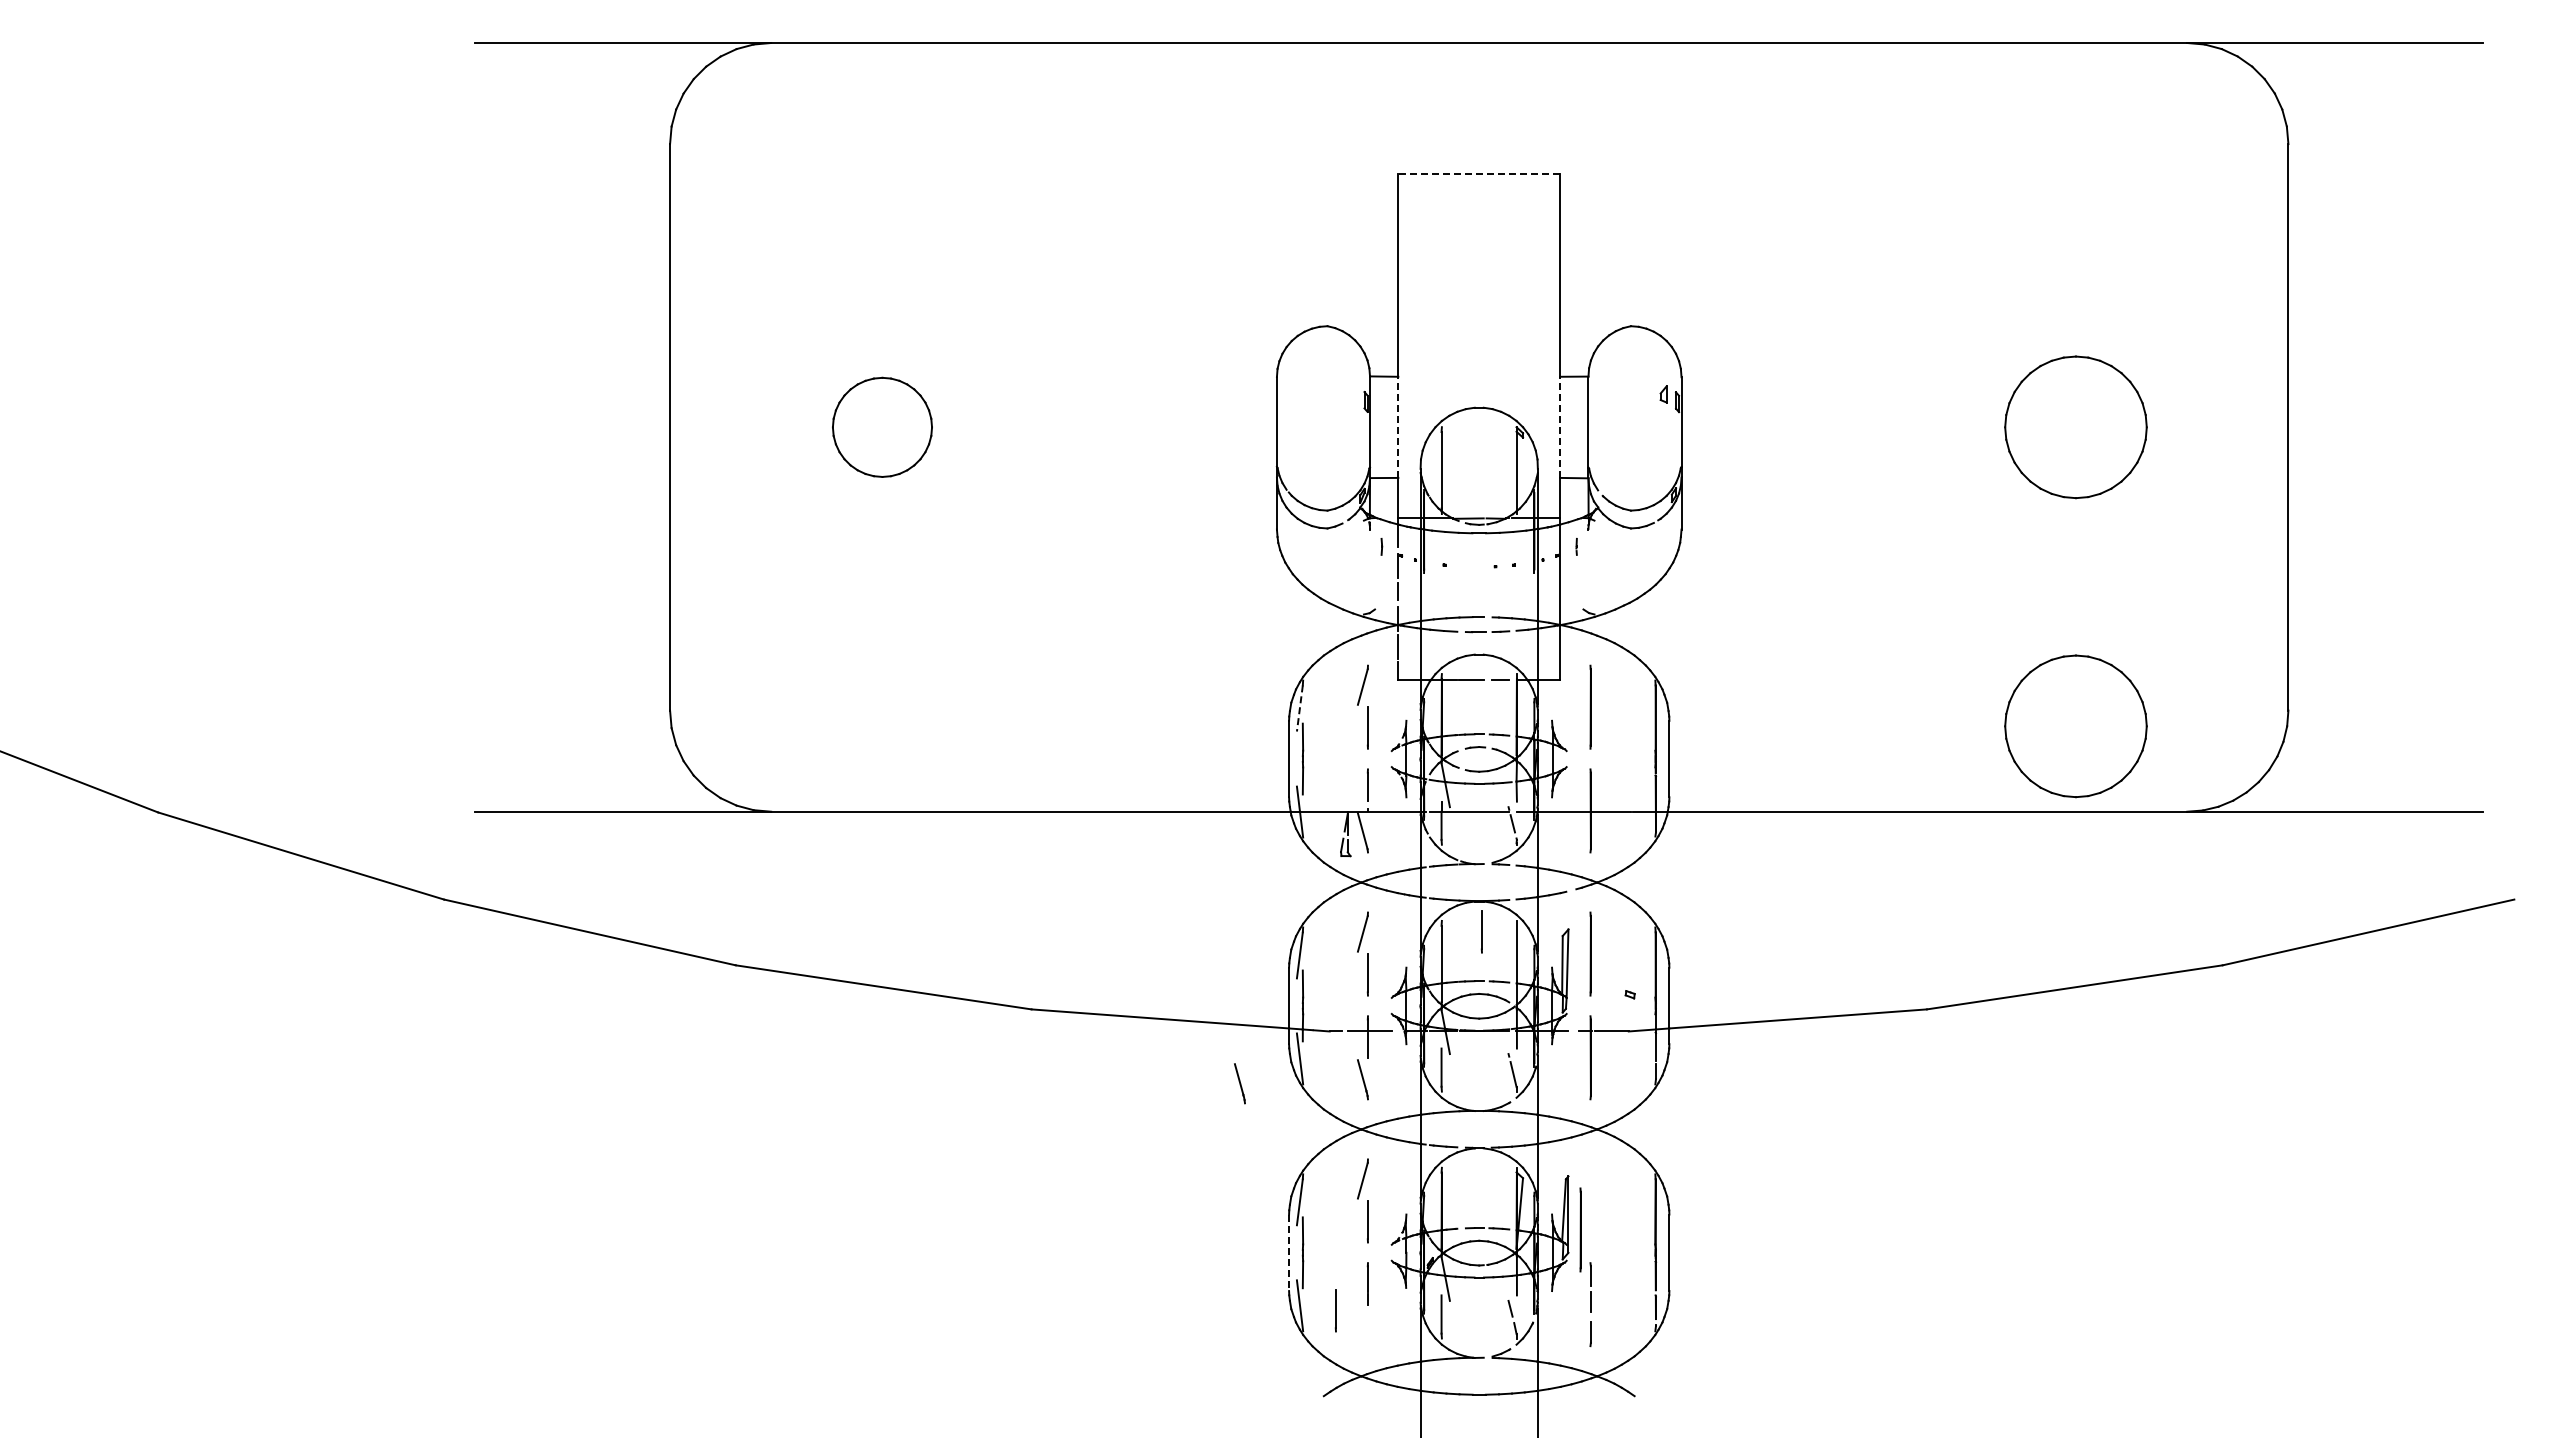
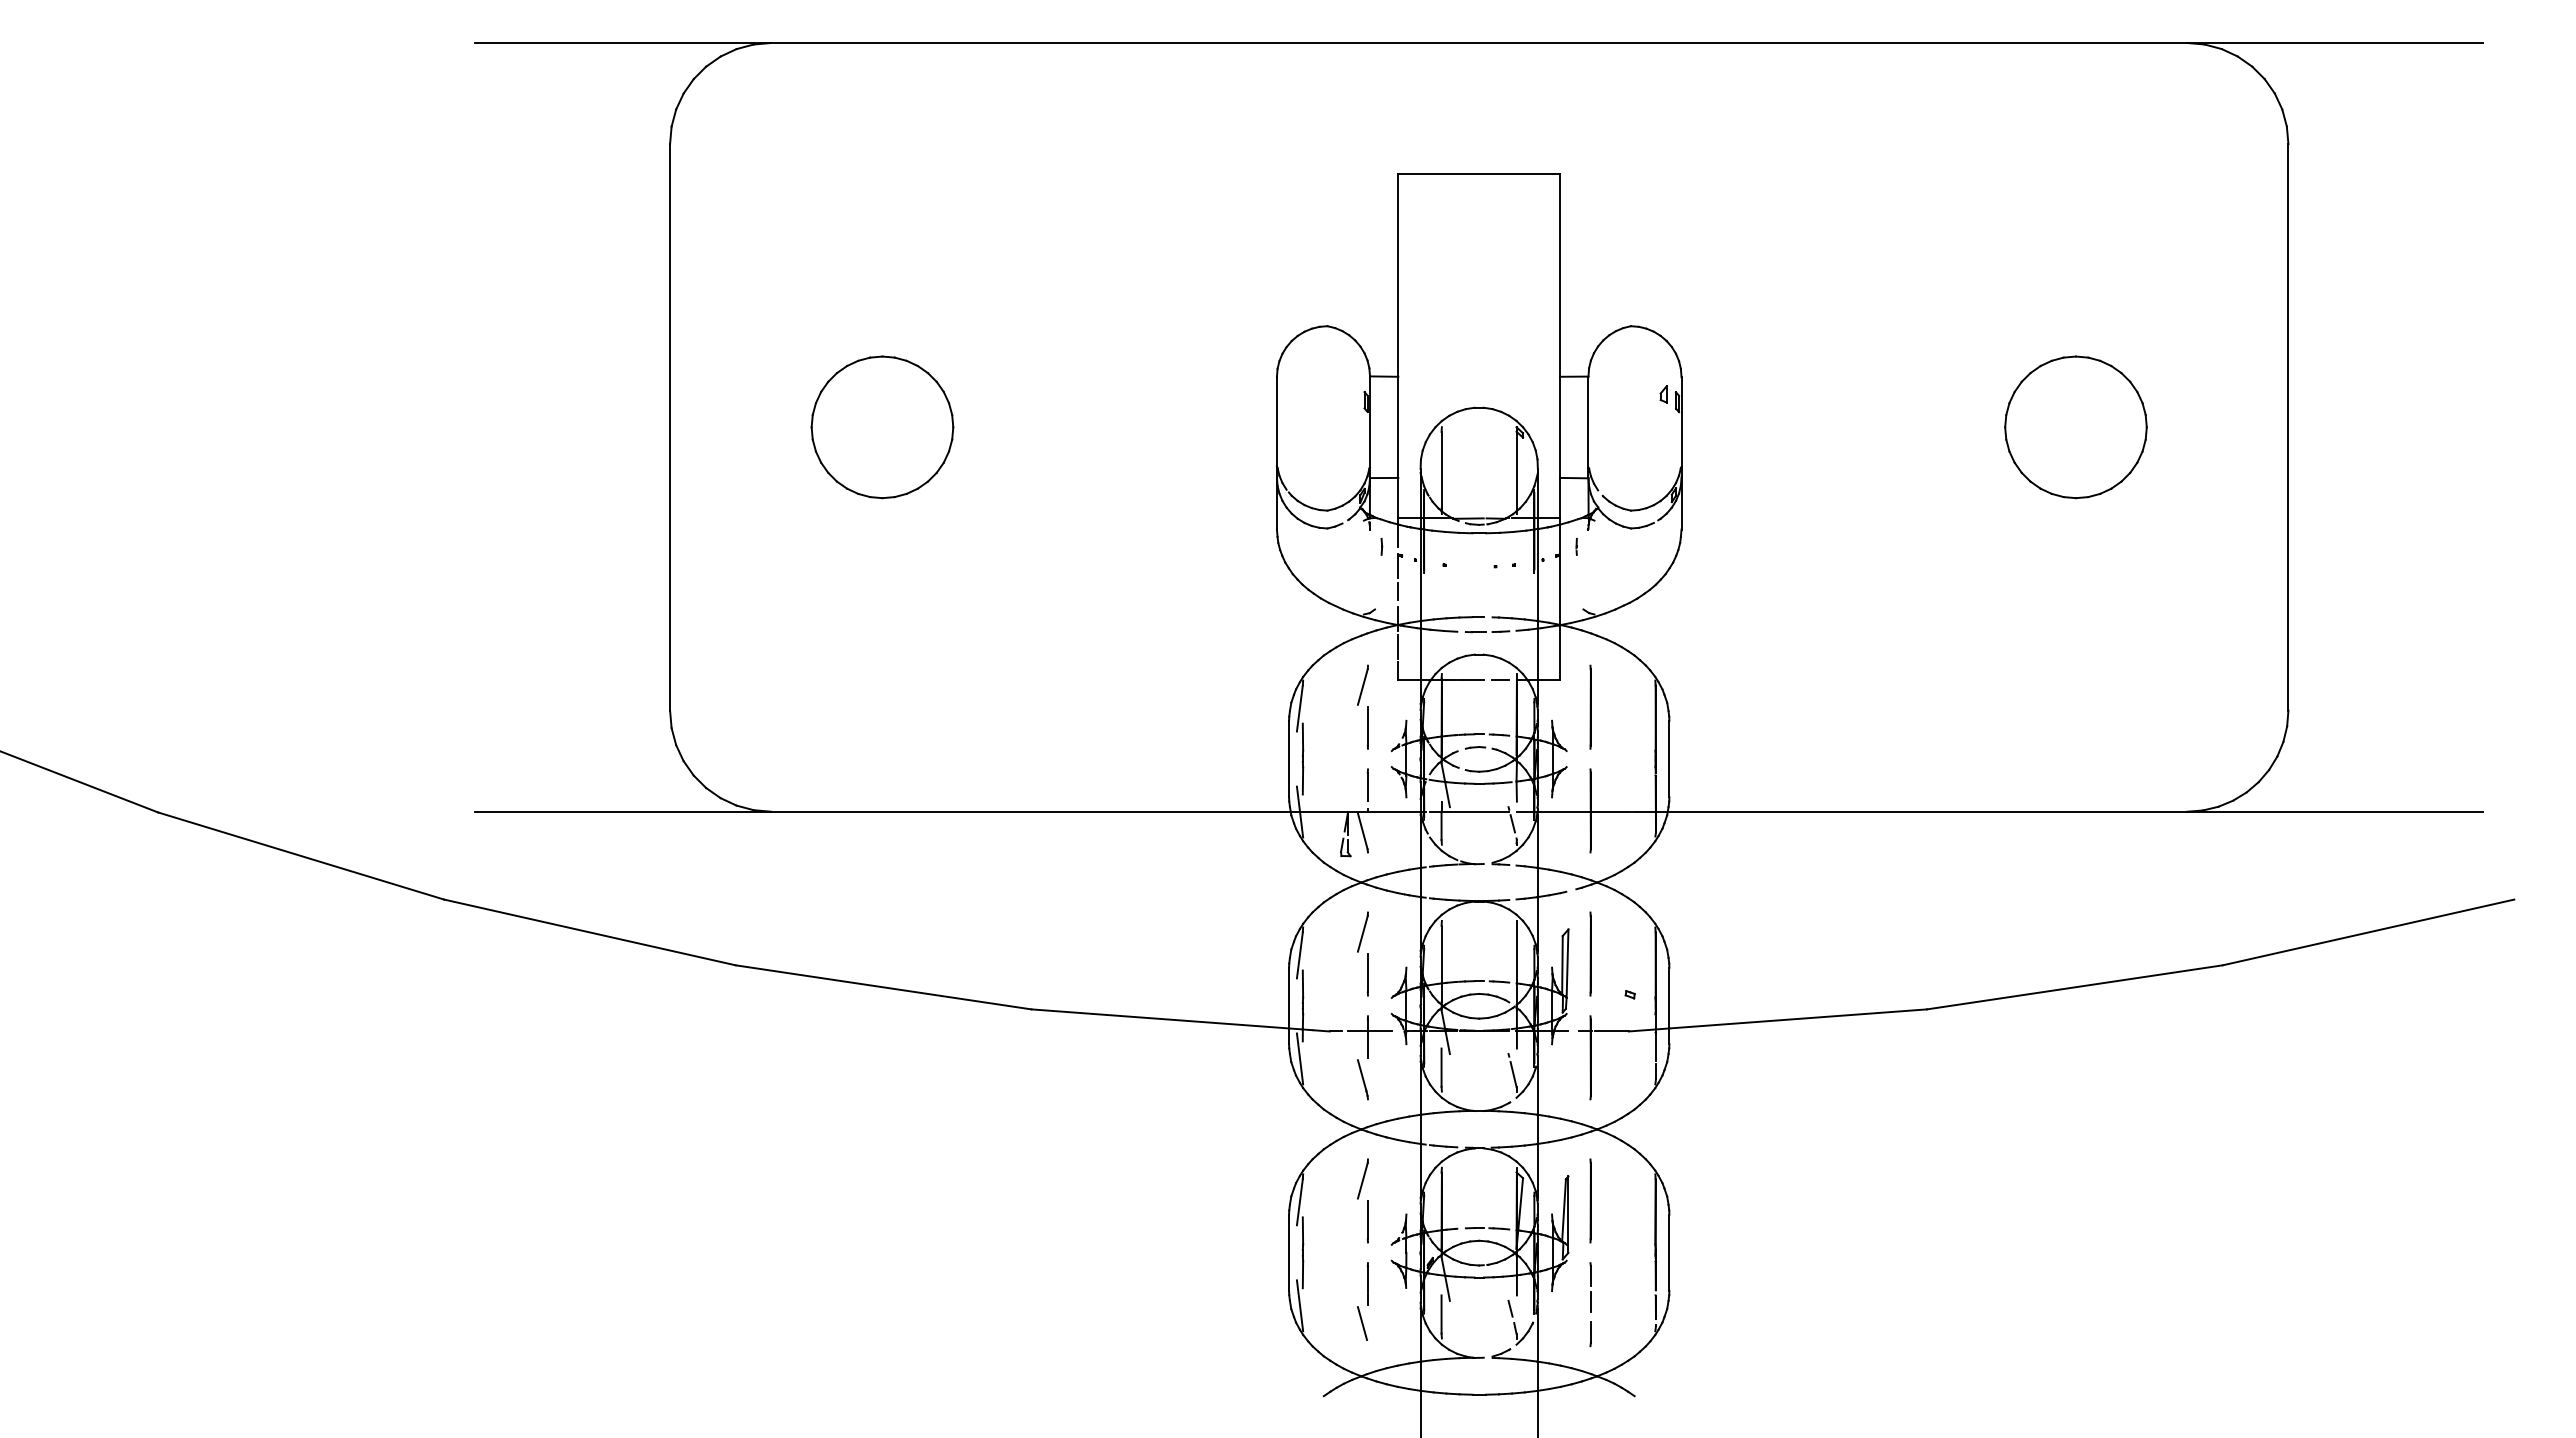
line at (1479, 174): dashed -> solid
part at (882, 426) size: 101x102 px -> 145x145 px
line at (1398, 427): dashed -> solid
line at (1560, 427): dashed -> solid
line at (1299, 708): dashed -> solid
part at (2075, 726): present -> none
line at (1481, 931): present -> none
line at (1239, 1083): present -> none
line at (1580, 1229) position: (1580, 1229) -> (1590, 1200)
line at (1289, 1253): dashed -> solid
line at (1335, 1310): present -> none
line at (1362, 1323): none -> present
